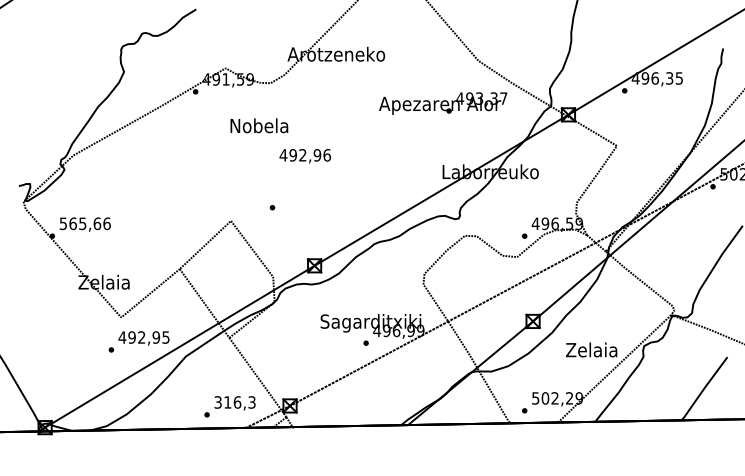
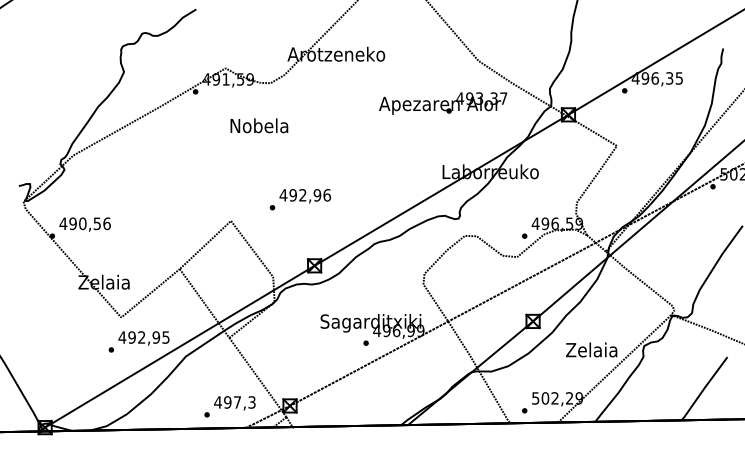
text at (304, 156) position: (304, 156) -> (304, 196)
text at (80, 223): 565,66 -> 490,56
text at (227, 402): 316,3 -> 497,3
